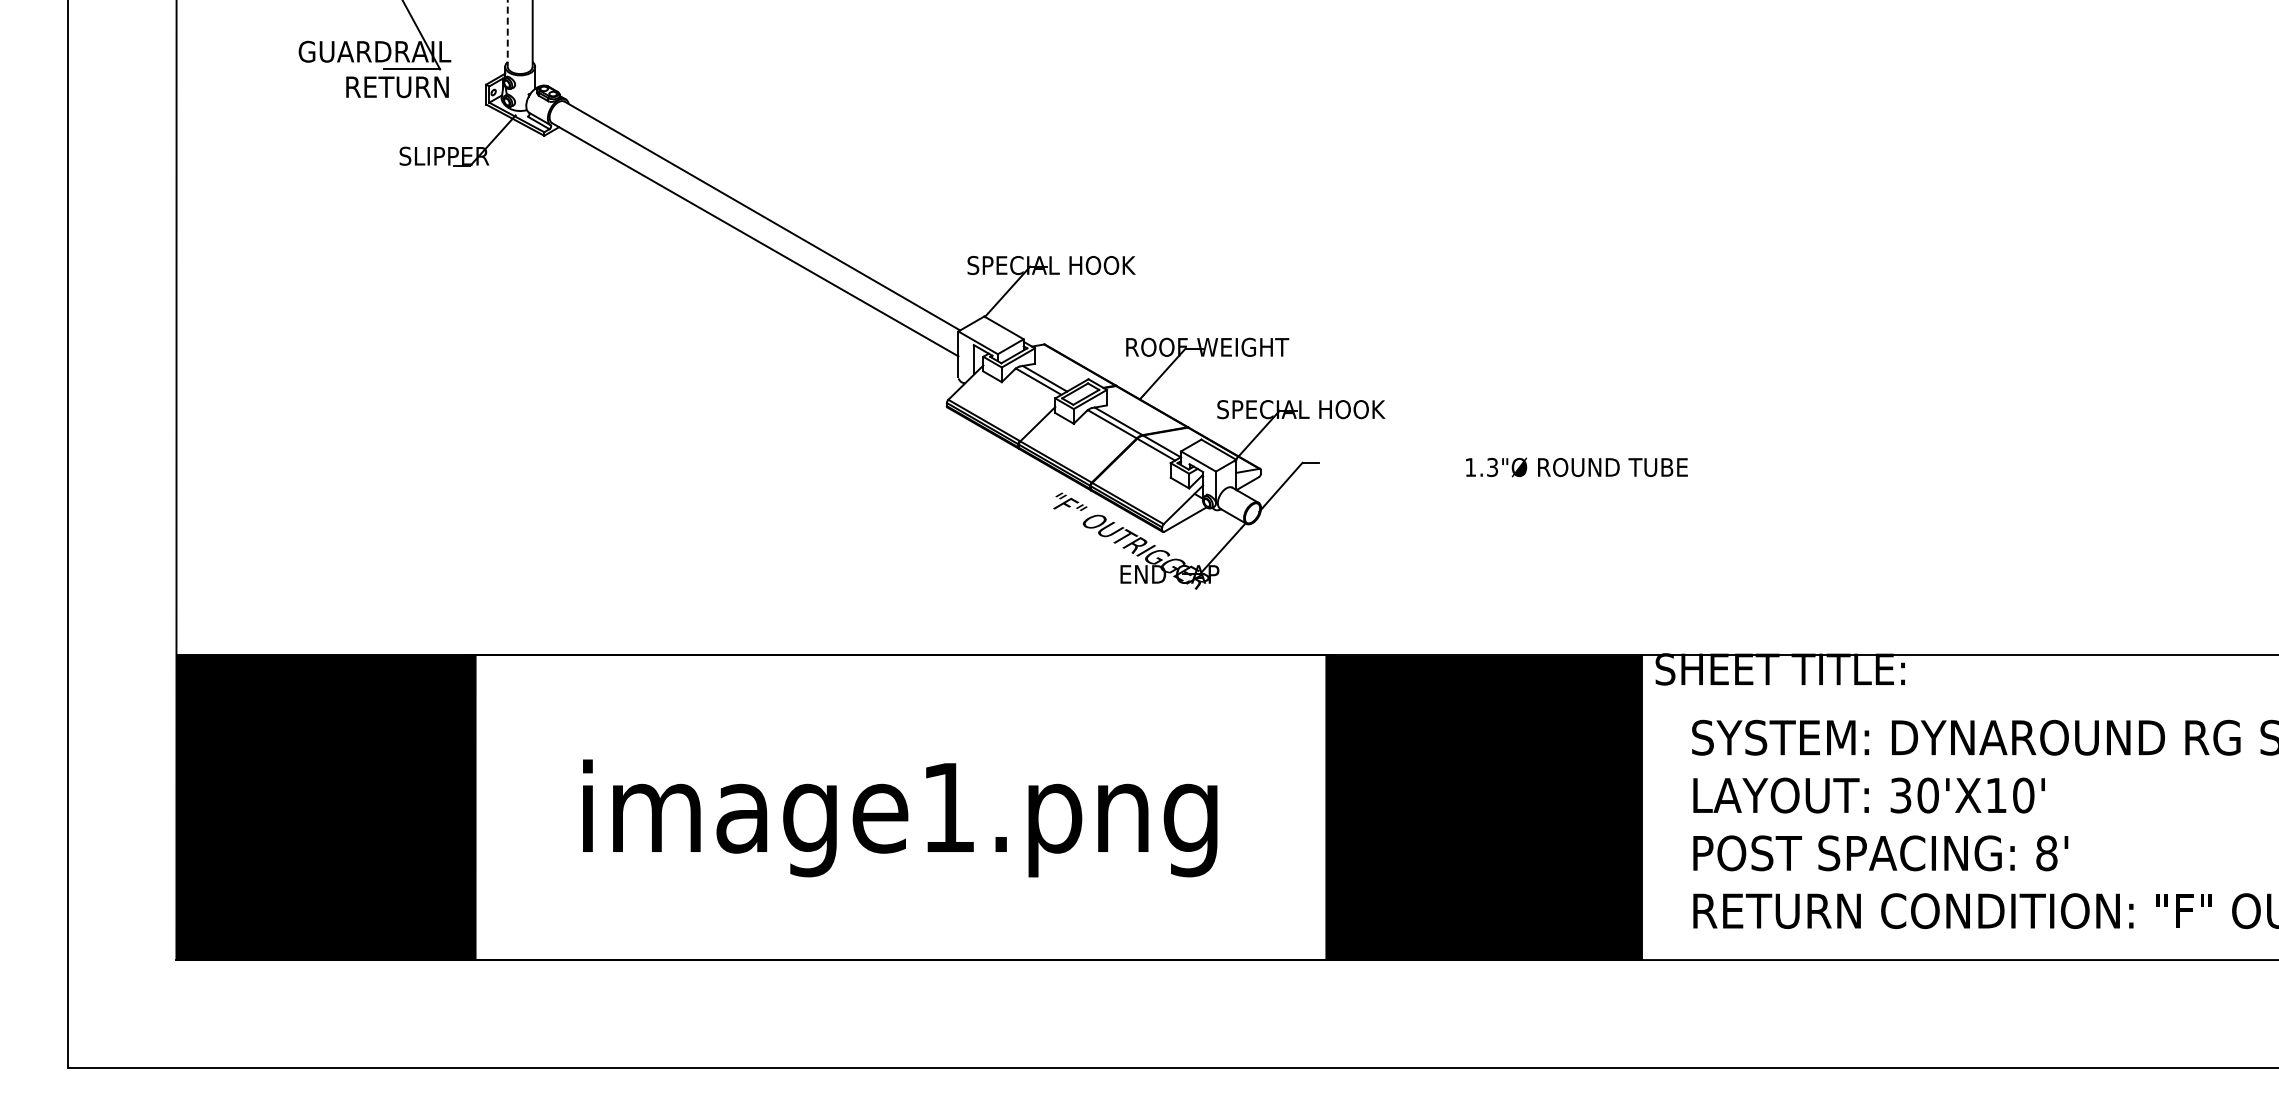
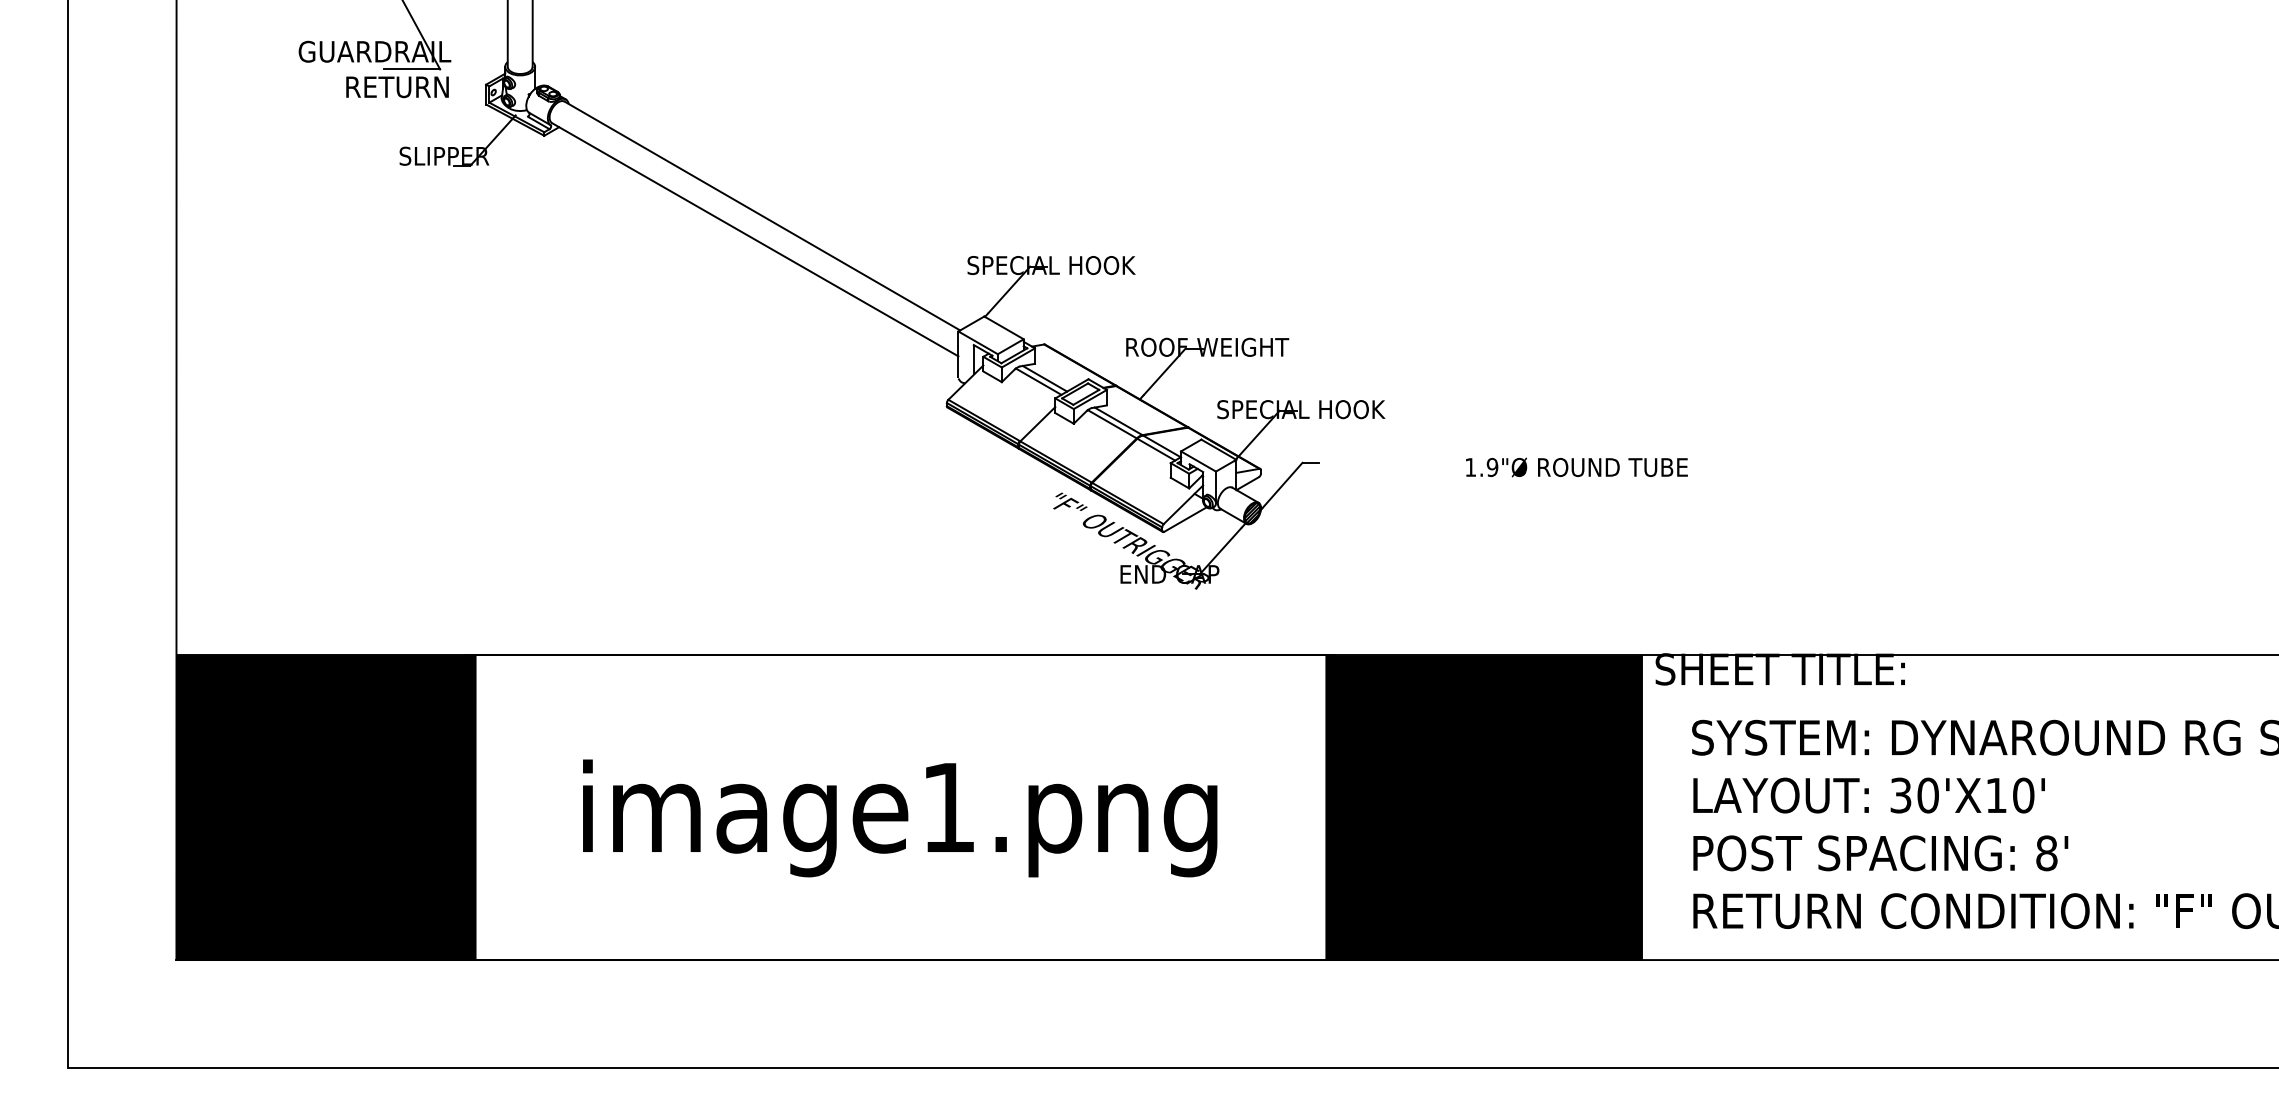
line at (507, 34): dashed -> solid
text at (1492, 467): 1.3"Ø -> 1.9"Ø
hatch at (1252, 513): none -> present
